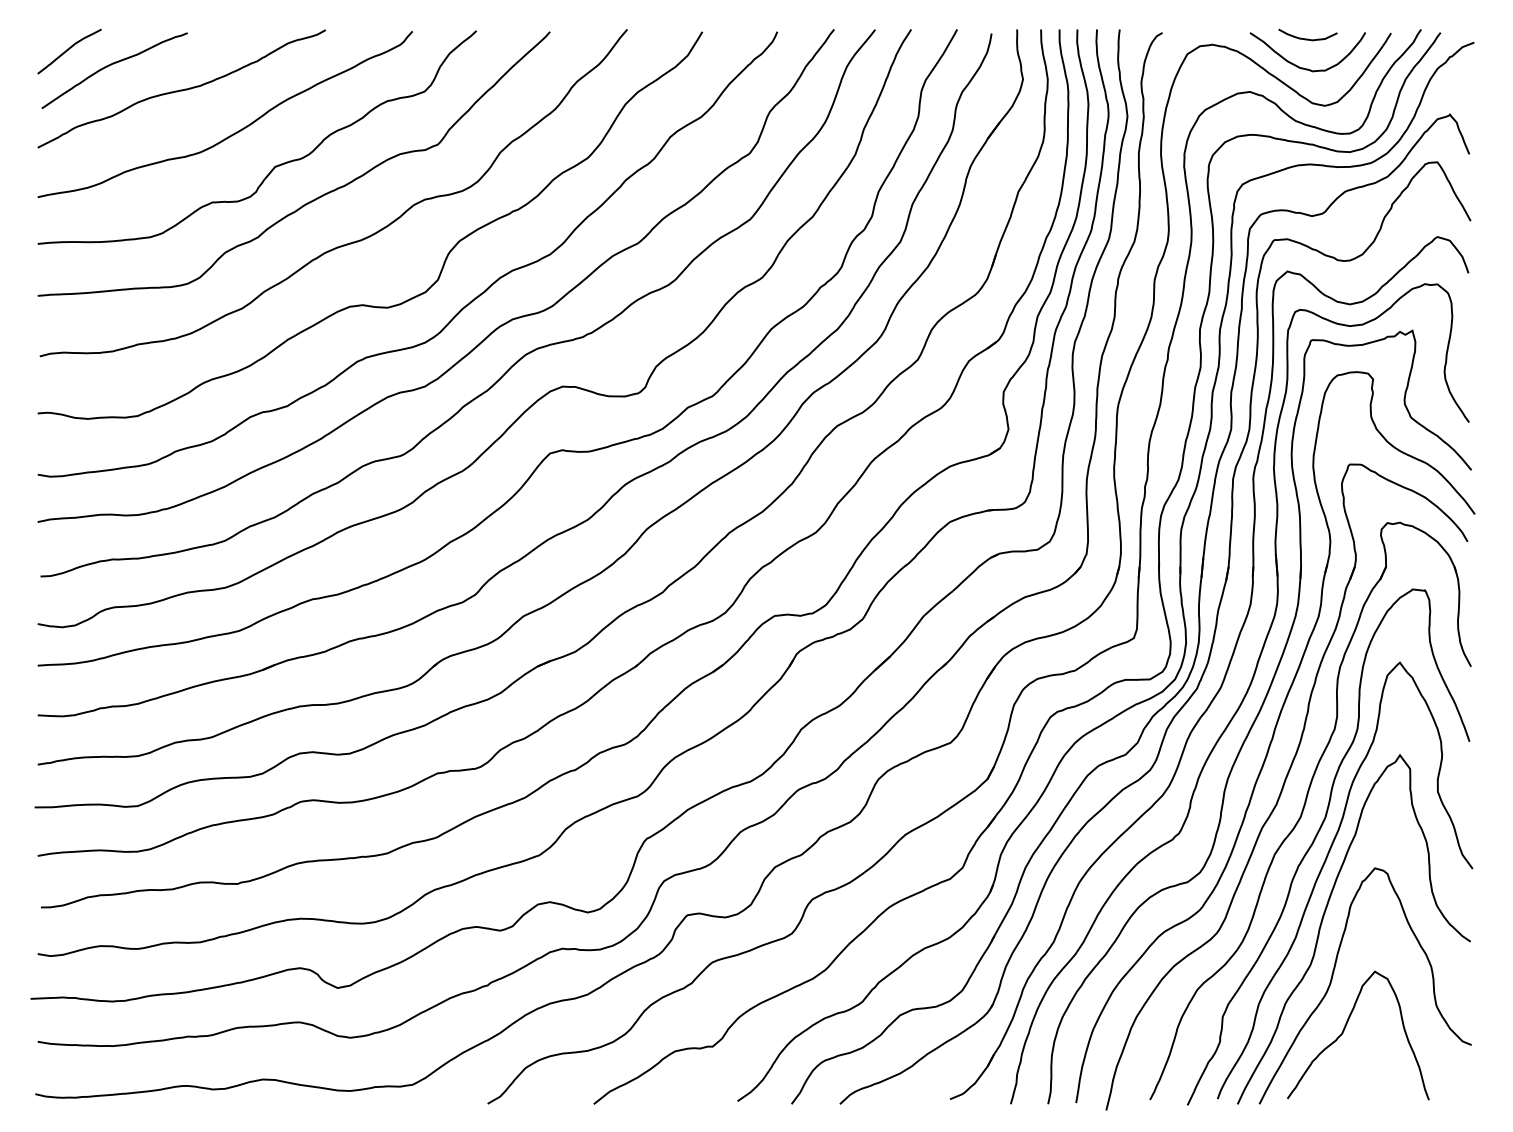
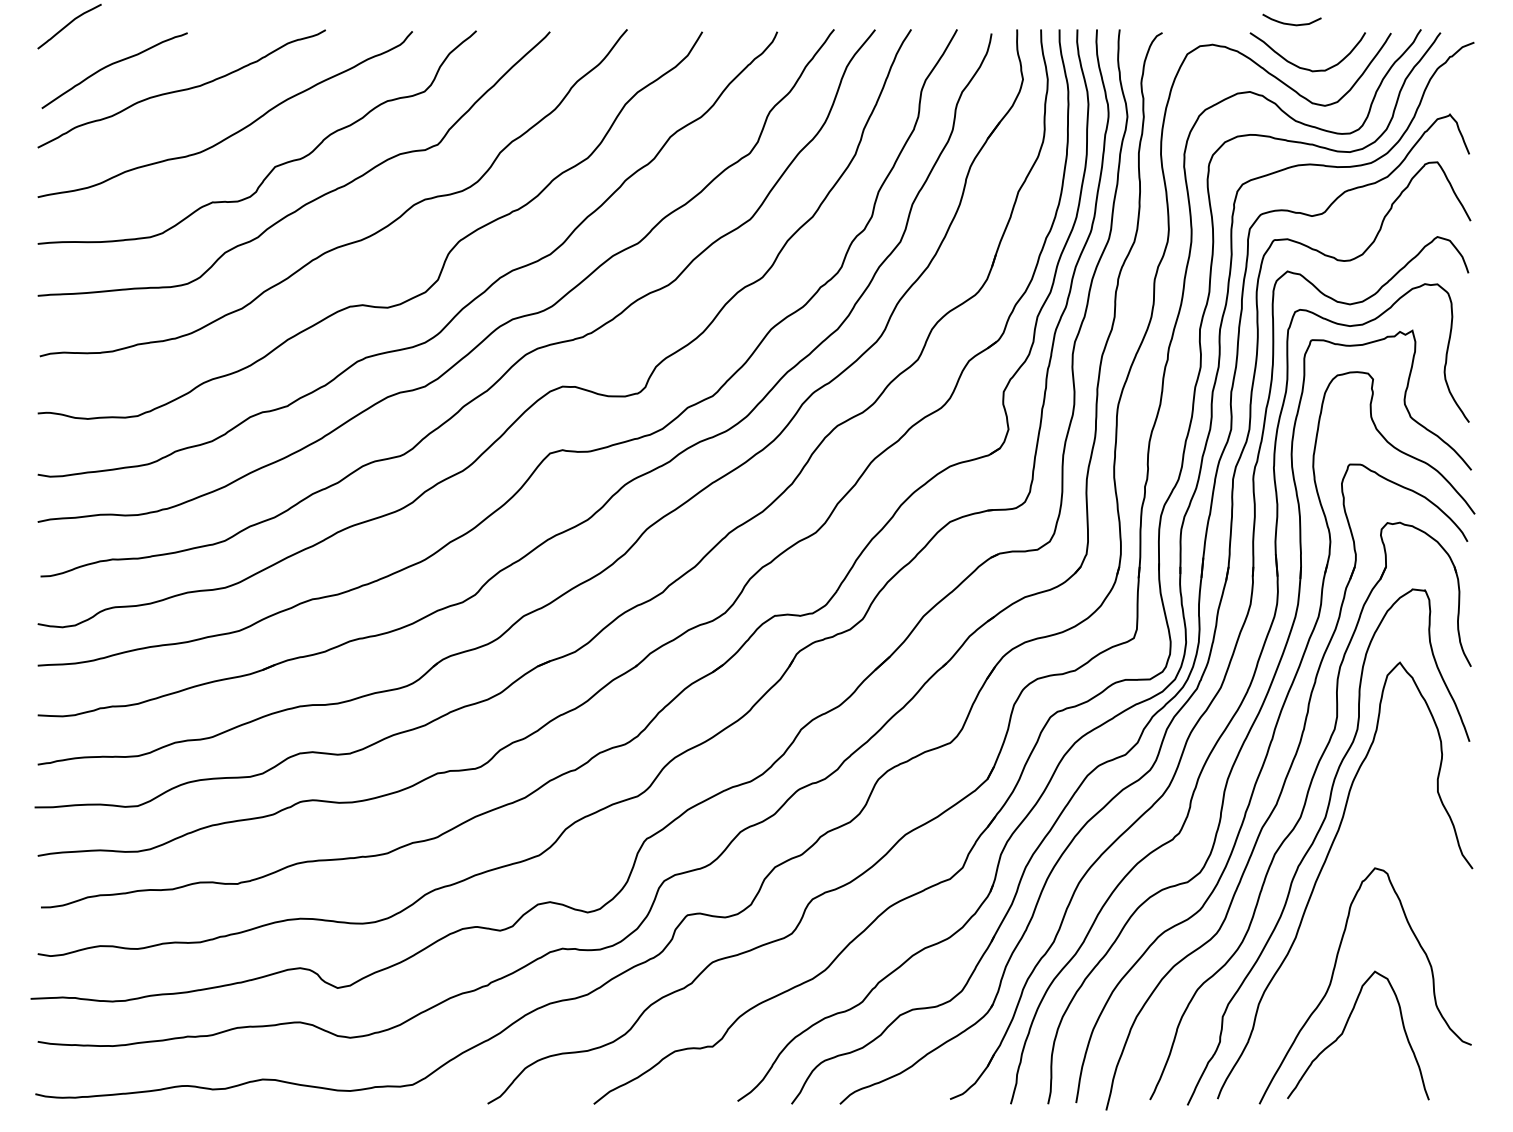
curve at (1307, 38) position: (1307, 38) -> (1291, 23)
curve at (68, 50) position: (68, 50) -> (68, 25)
curve at (1322, 923): present -> none
